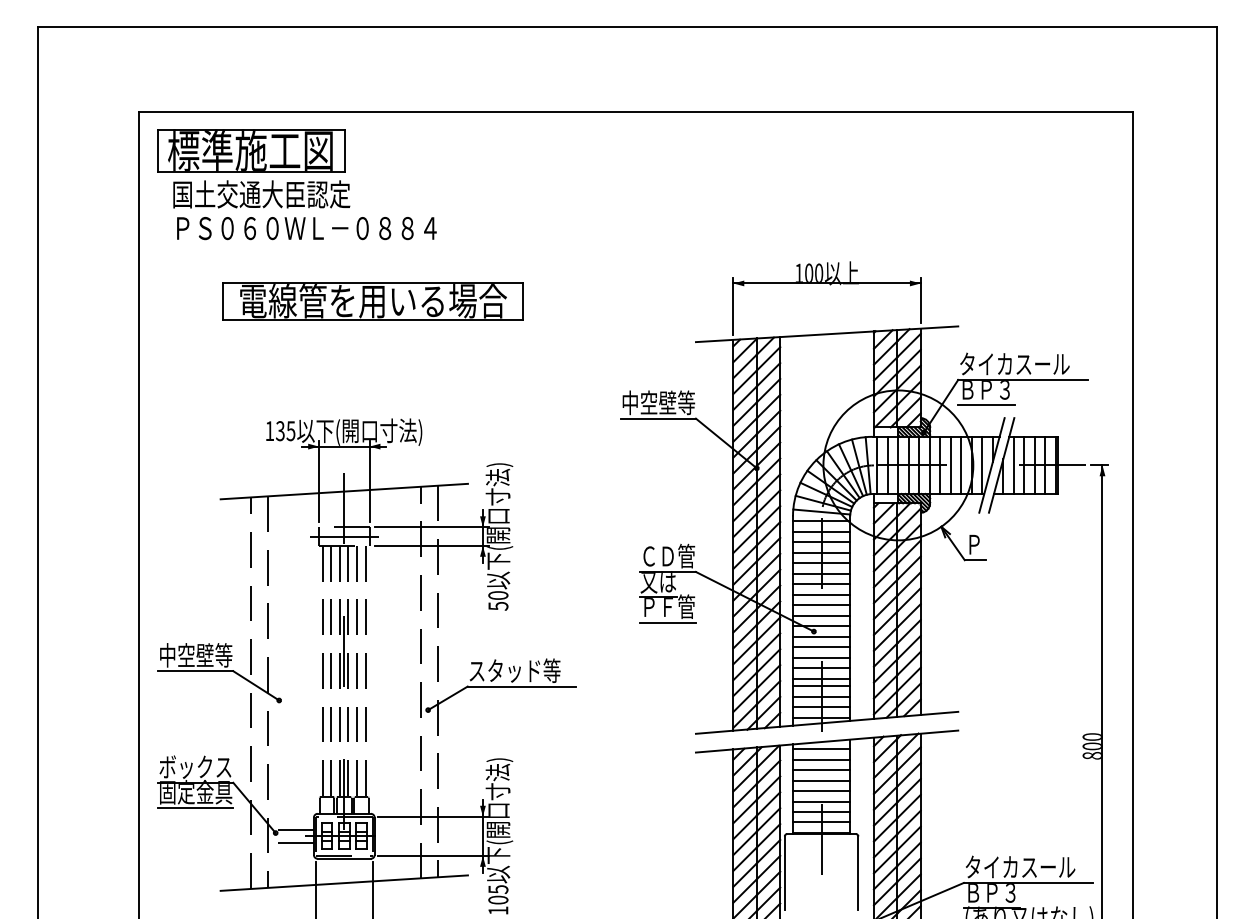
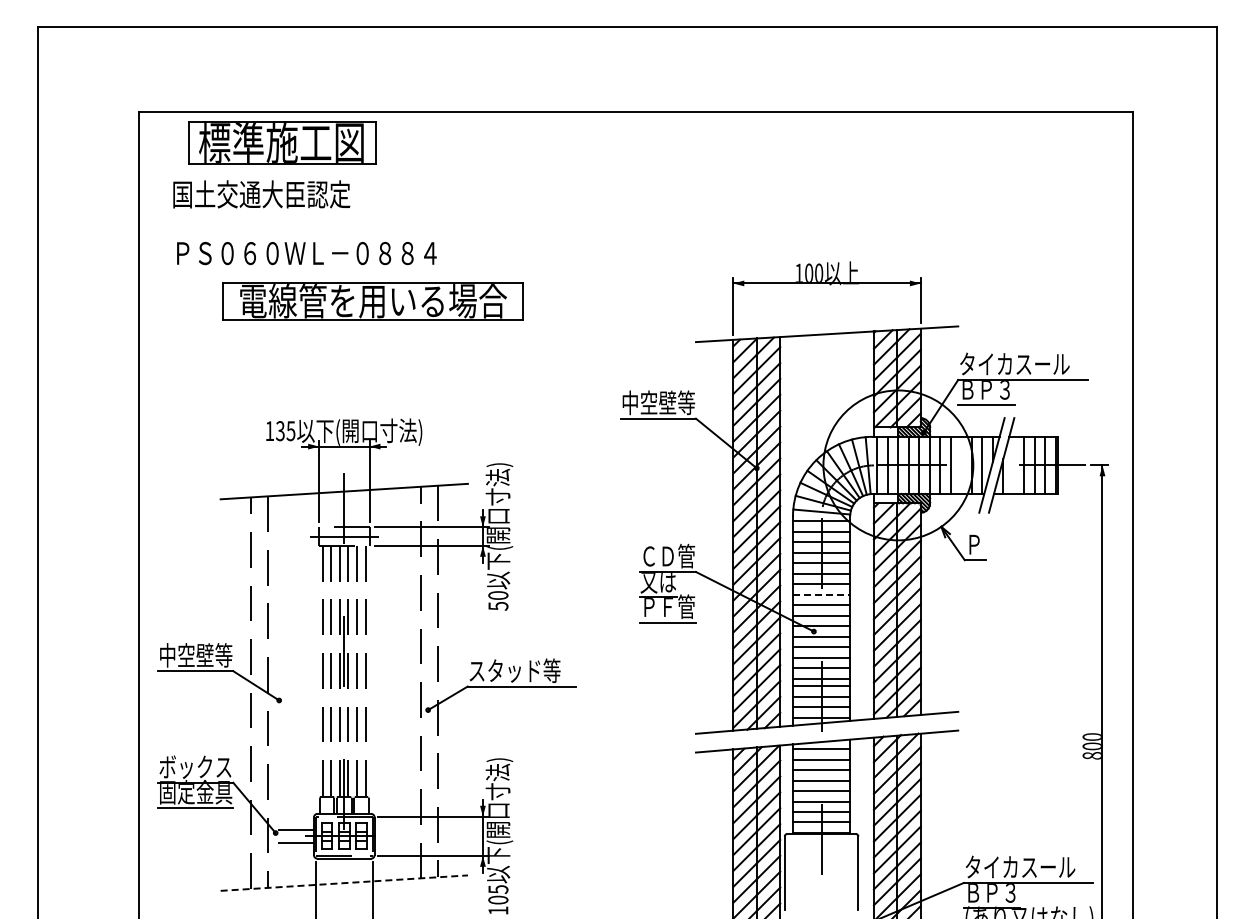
part at (251, 150) position: (251, 150) -> (282, 142)
text at (306, 228) position: (306, 228) -> (306, 253)
line at (961, 464): present -> none
line at (1013, 464): present -> none
line at (821, 594): solid -> dashed
line at (344, 883): solid -> dashed
